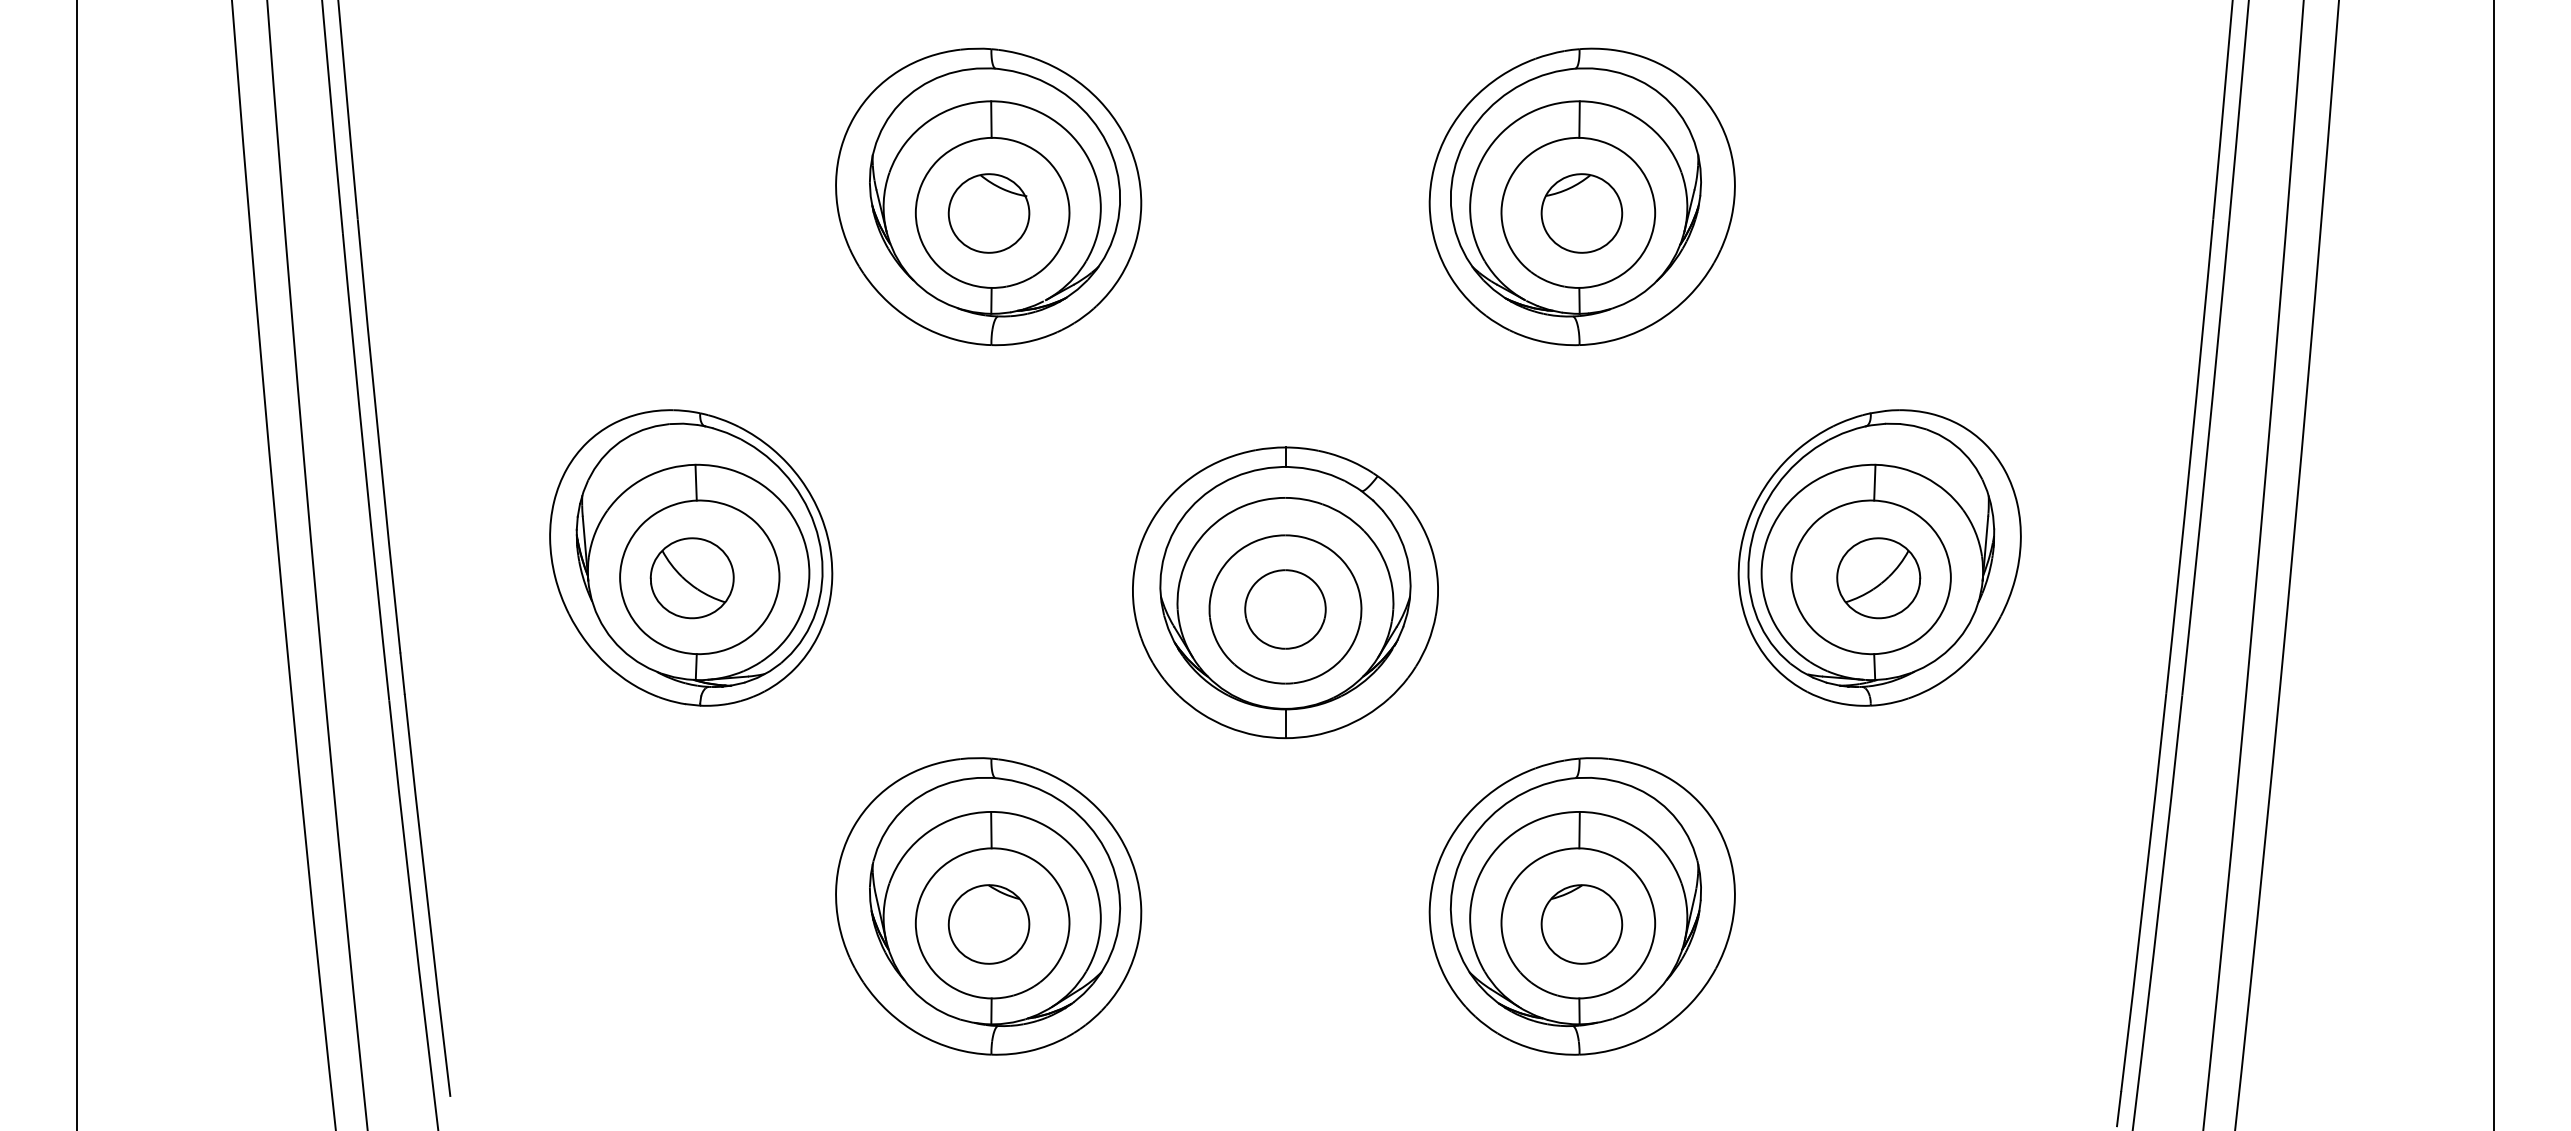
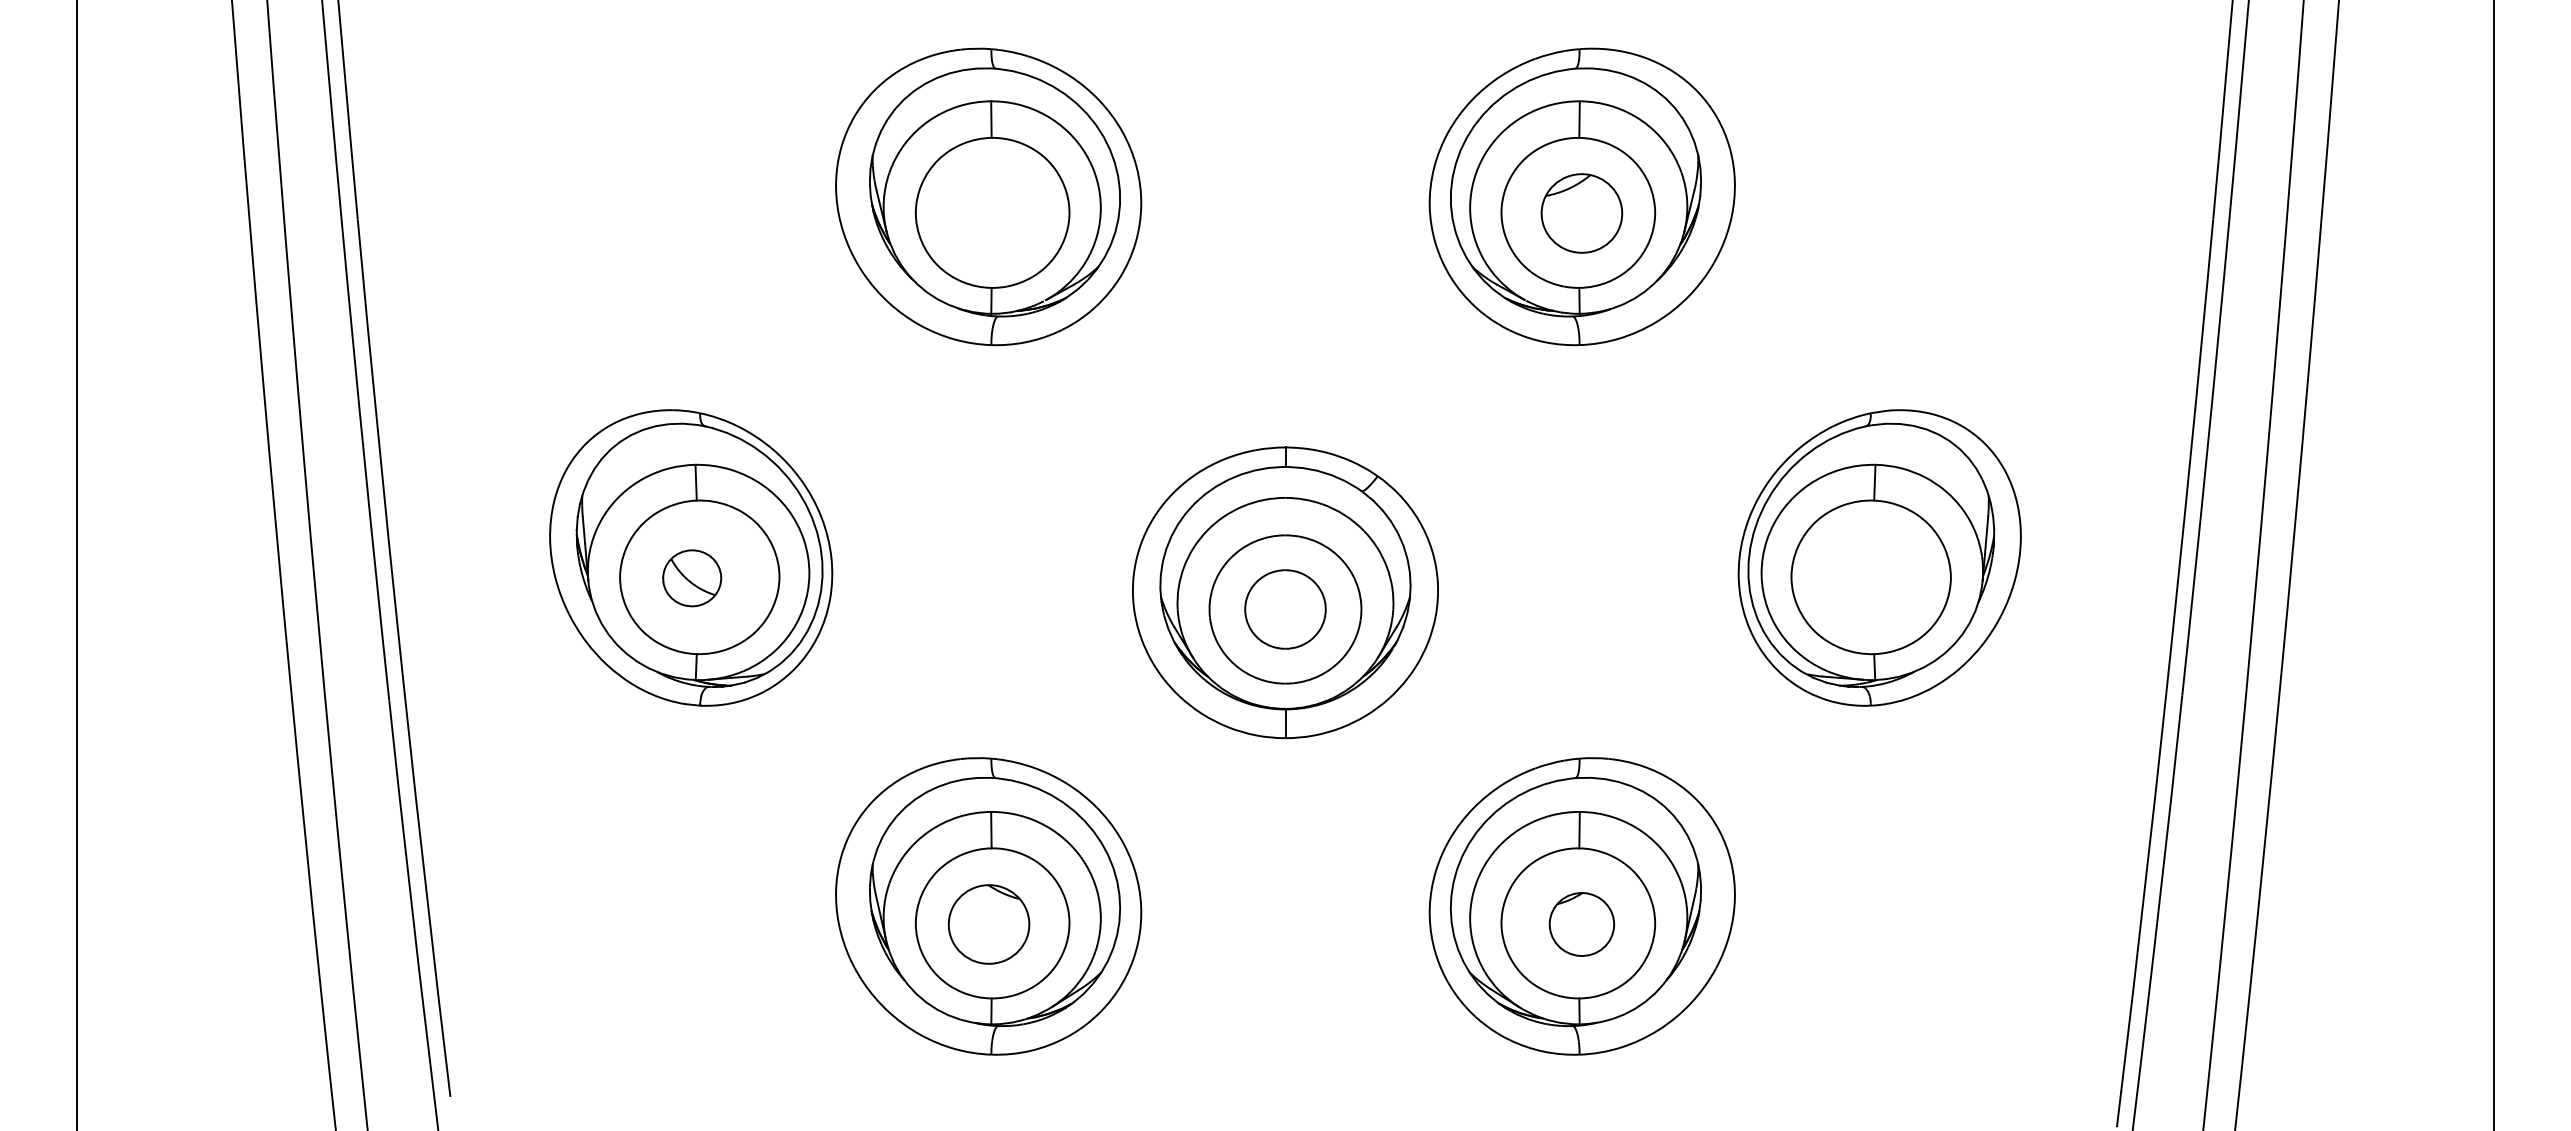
part at (988, 213): present -> none
part at (691, 578) size: 86x83 px -> 61x59 px
part at (1878, 578): present -> none
part at (1581, 924) size: 84x81 px -> 68x65 px
